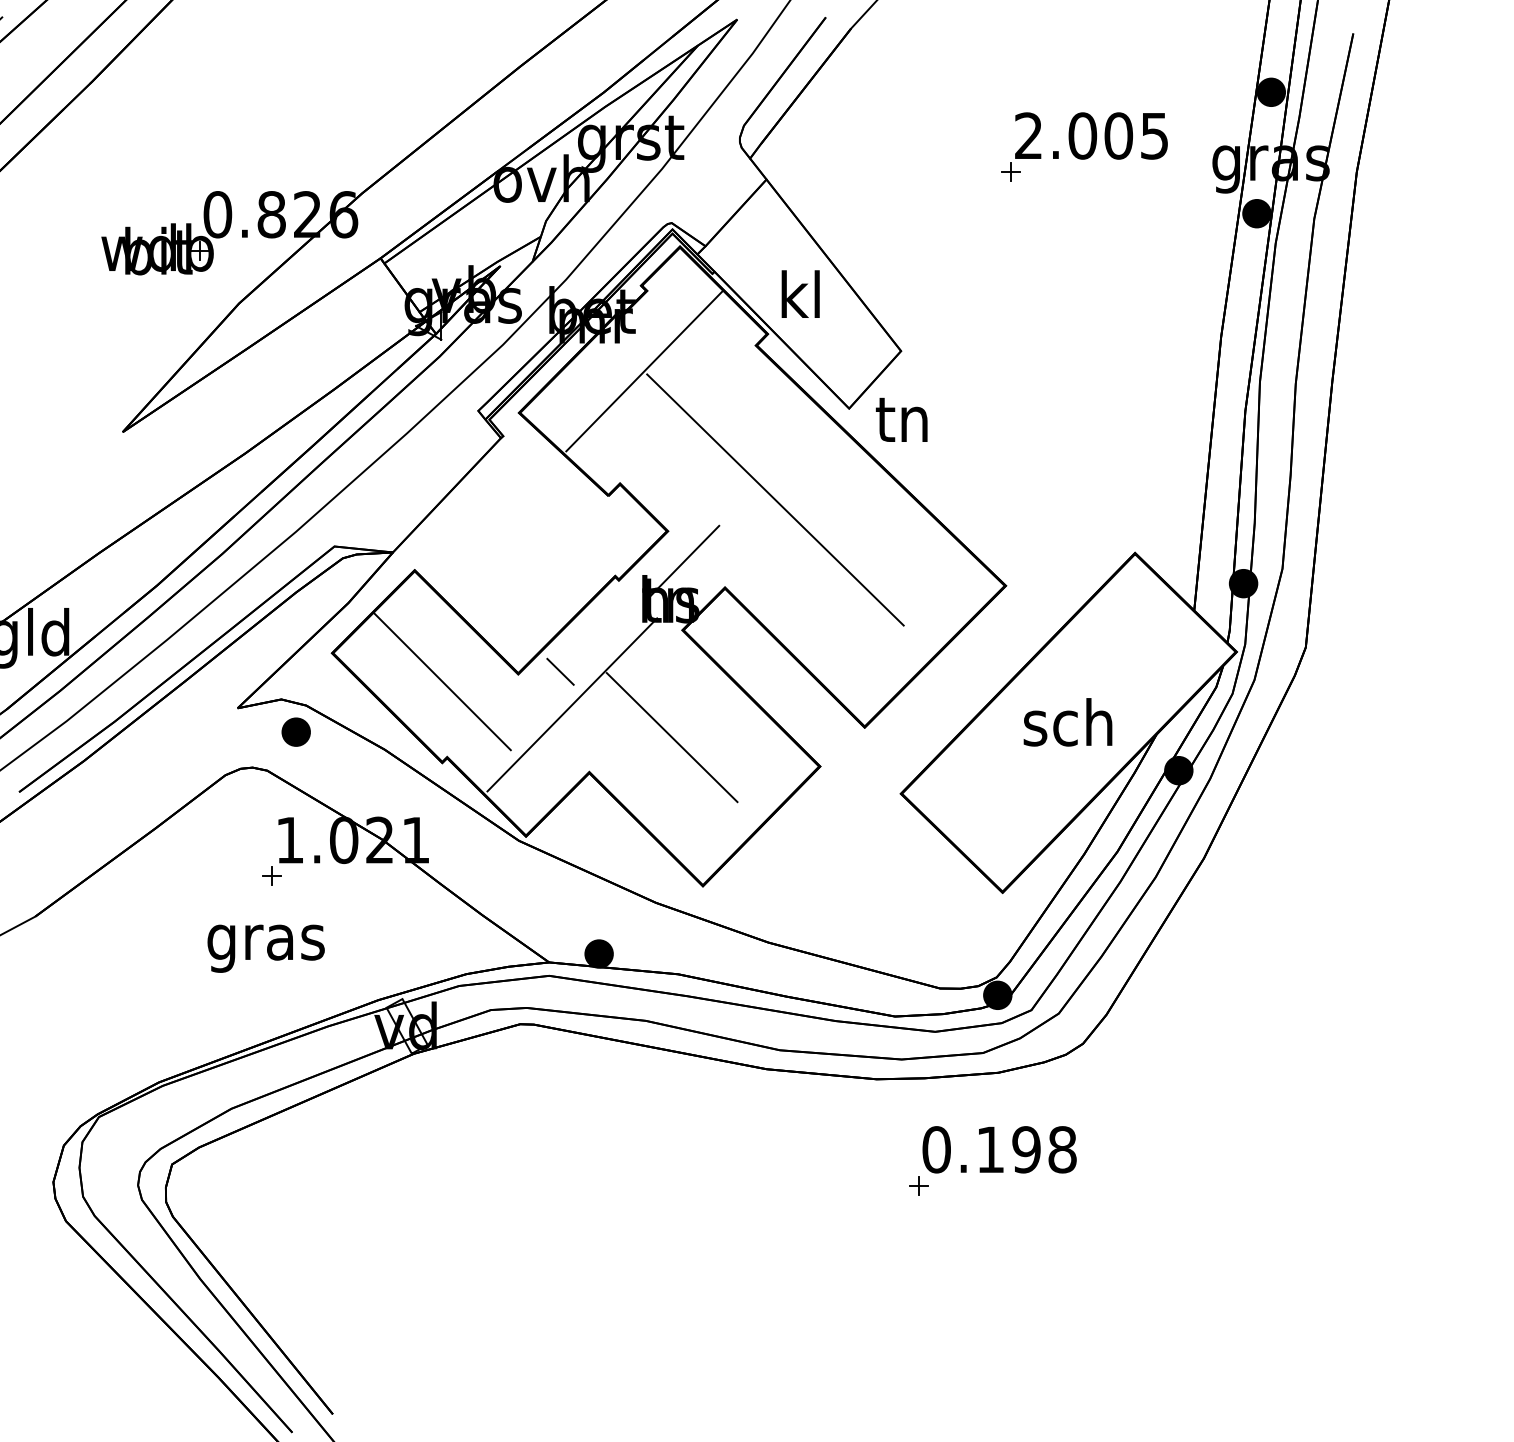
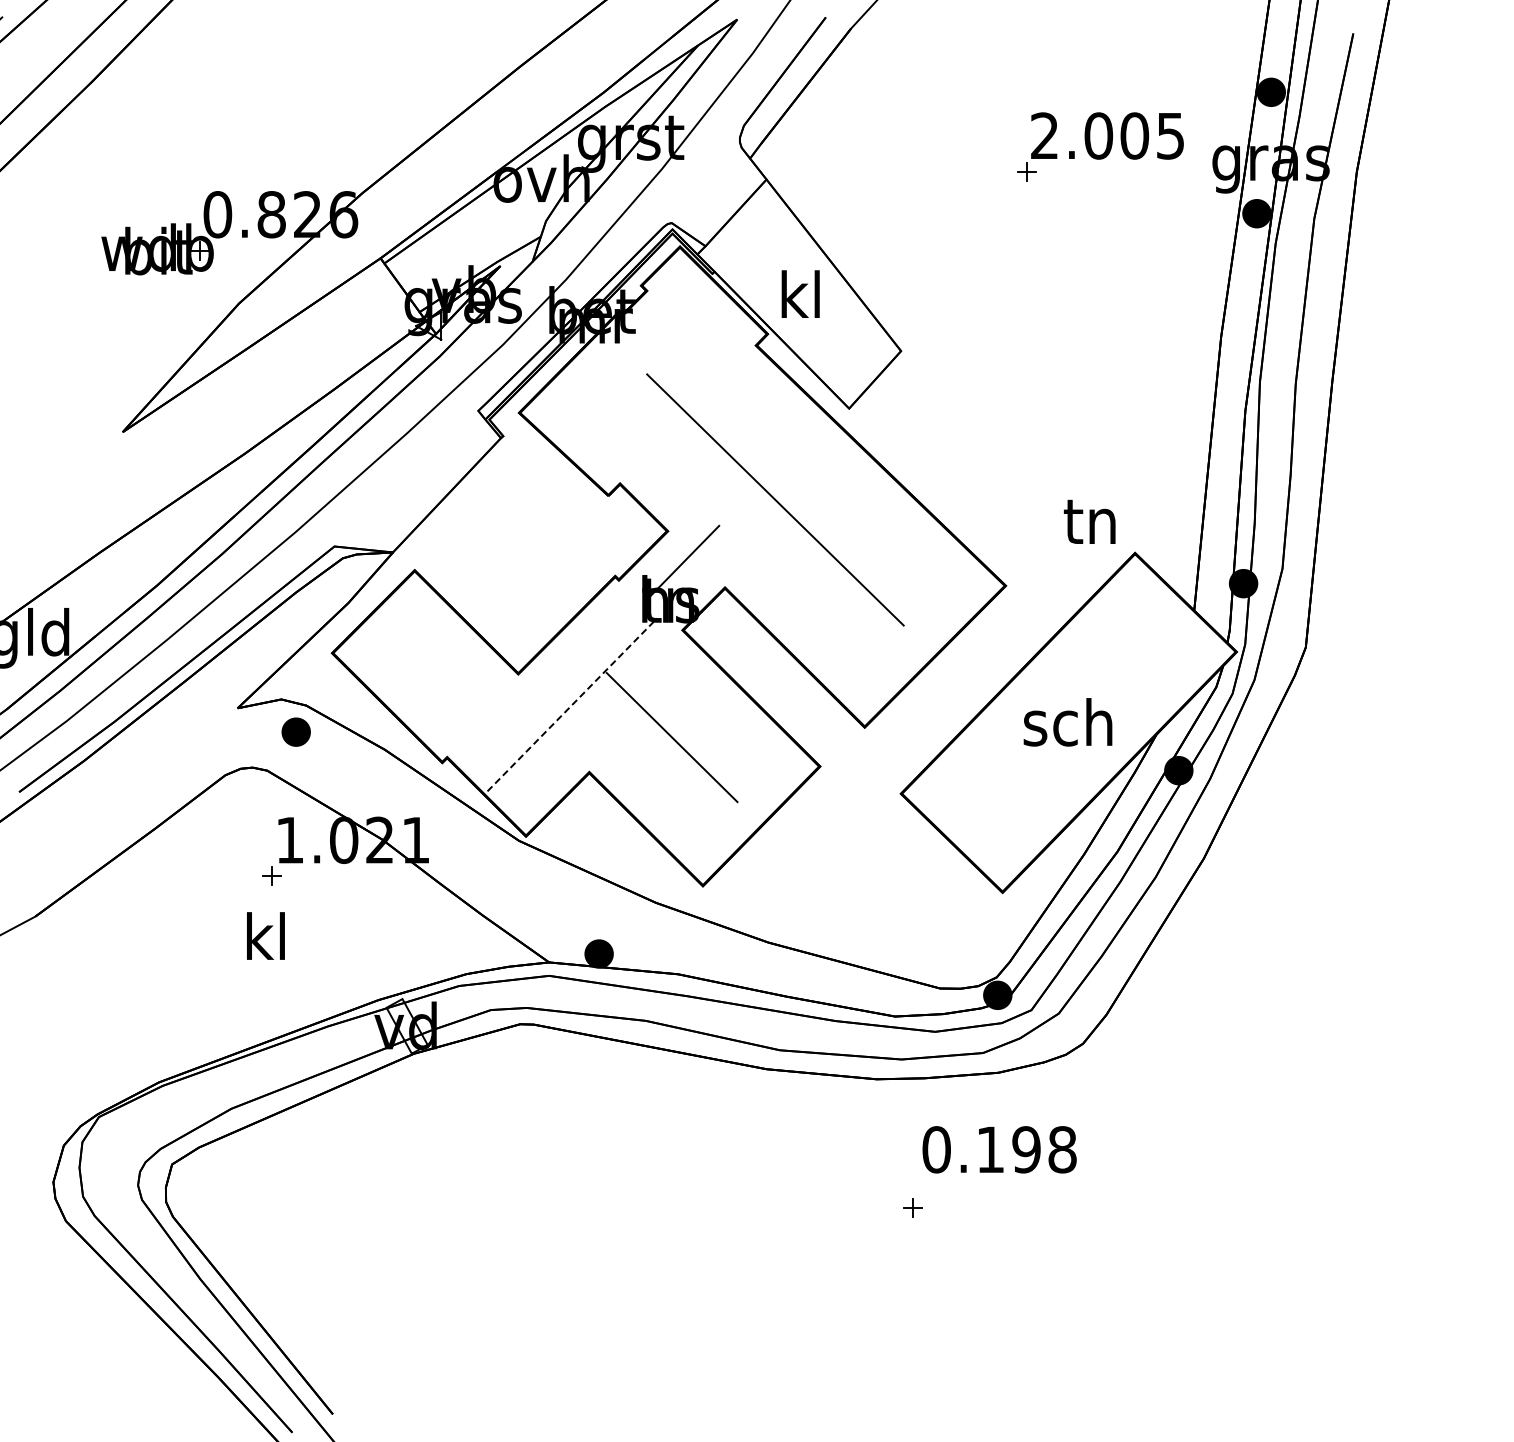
part at (1084, 146) position: (1084, 146) -> (1100, 146)
line at (644, 371): present -> none
text at (901, 419) position: (901, 419) -> (1089, 521)
line at (560, 671): present -> none
line at (442, 681): present -> none
line at (572, 704): solid -> dashed
text at (265, 942): gras -> kl
part at (918, 1185) position: (918, 1185) -> (912, 1207)
